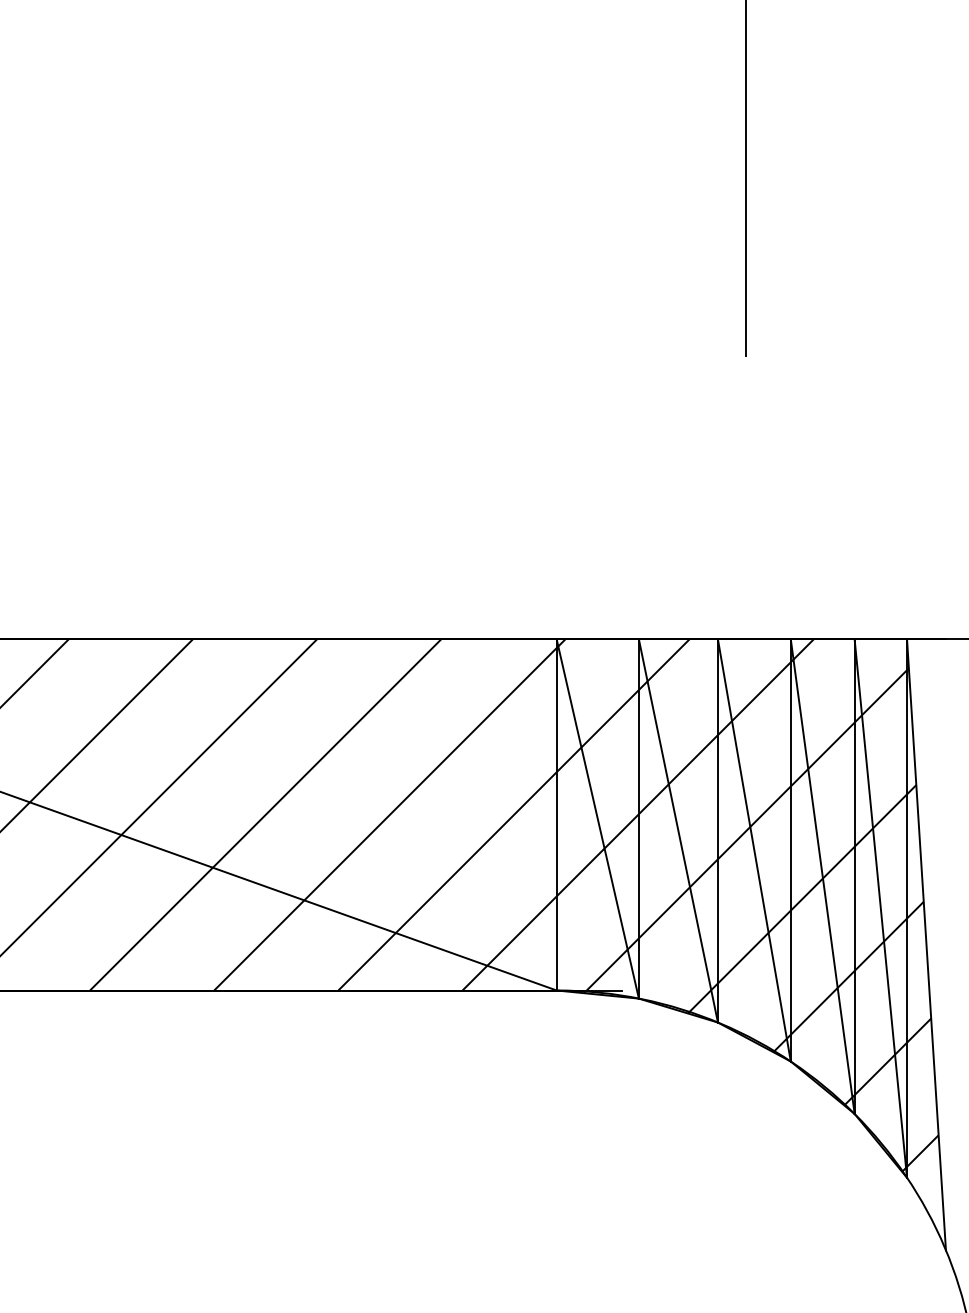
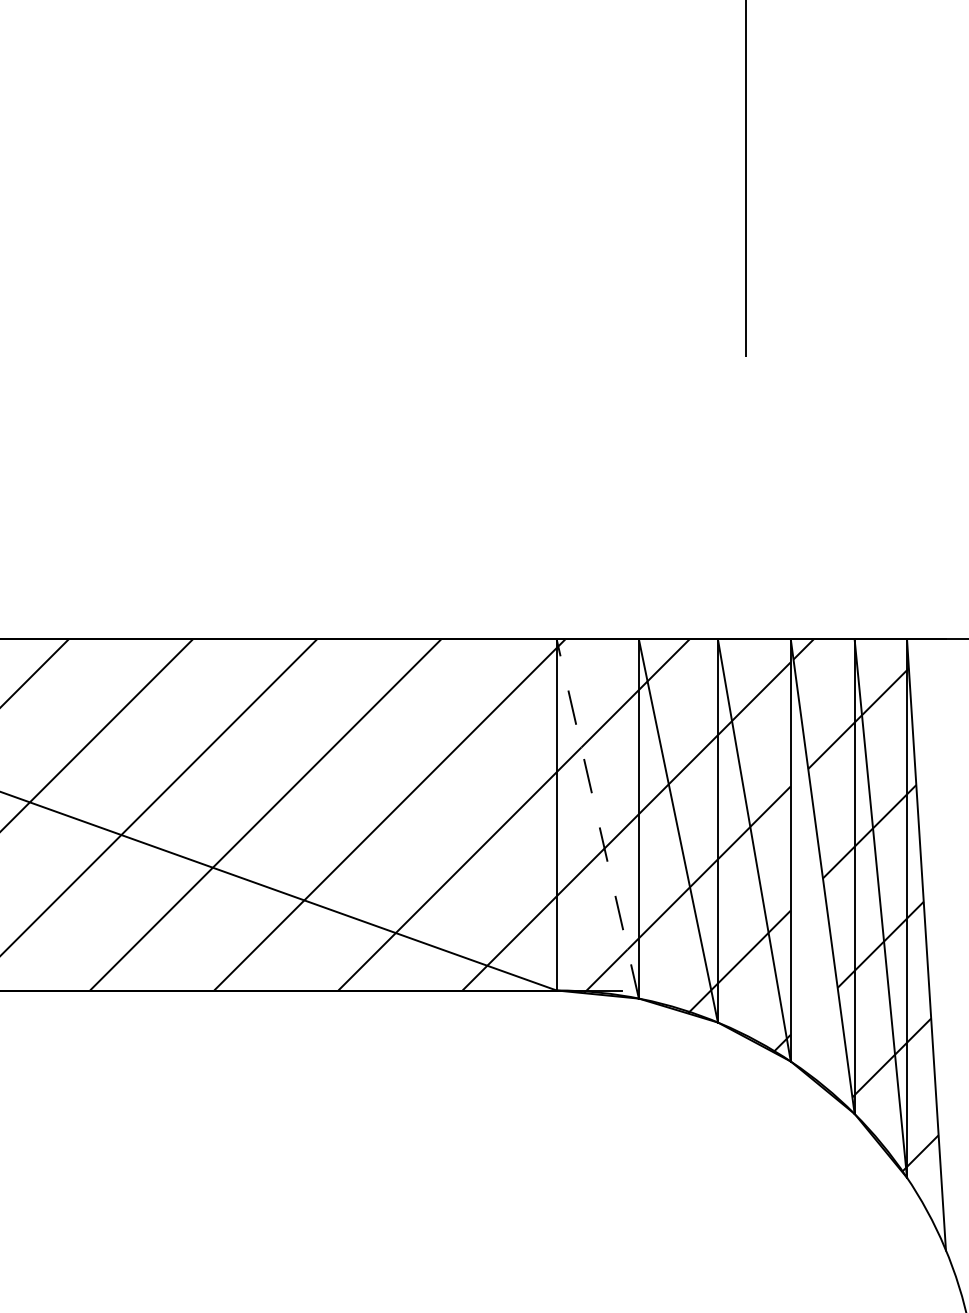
line at (597, 818): solid -> dashed
hatch at (821, 882): present -> none
